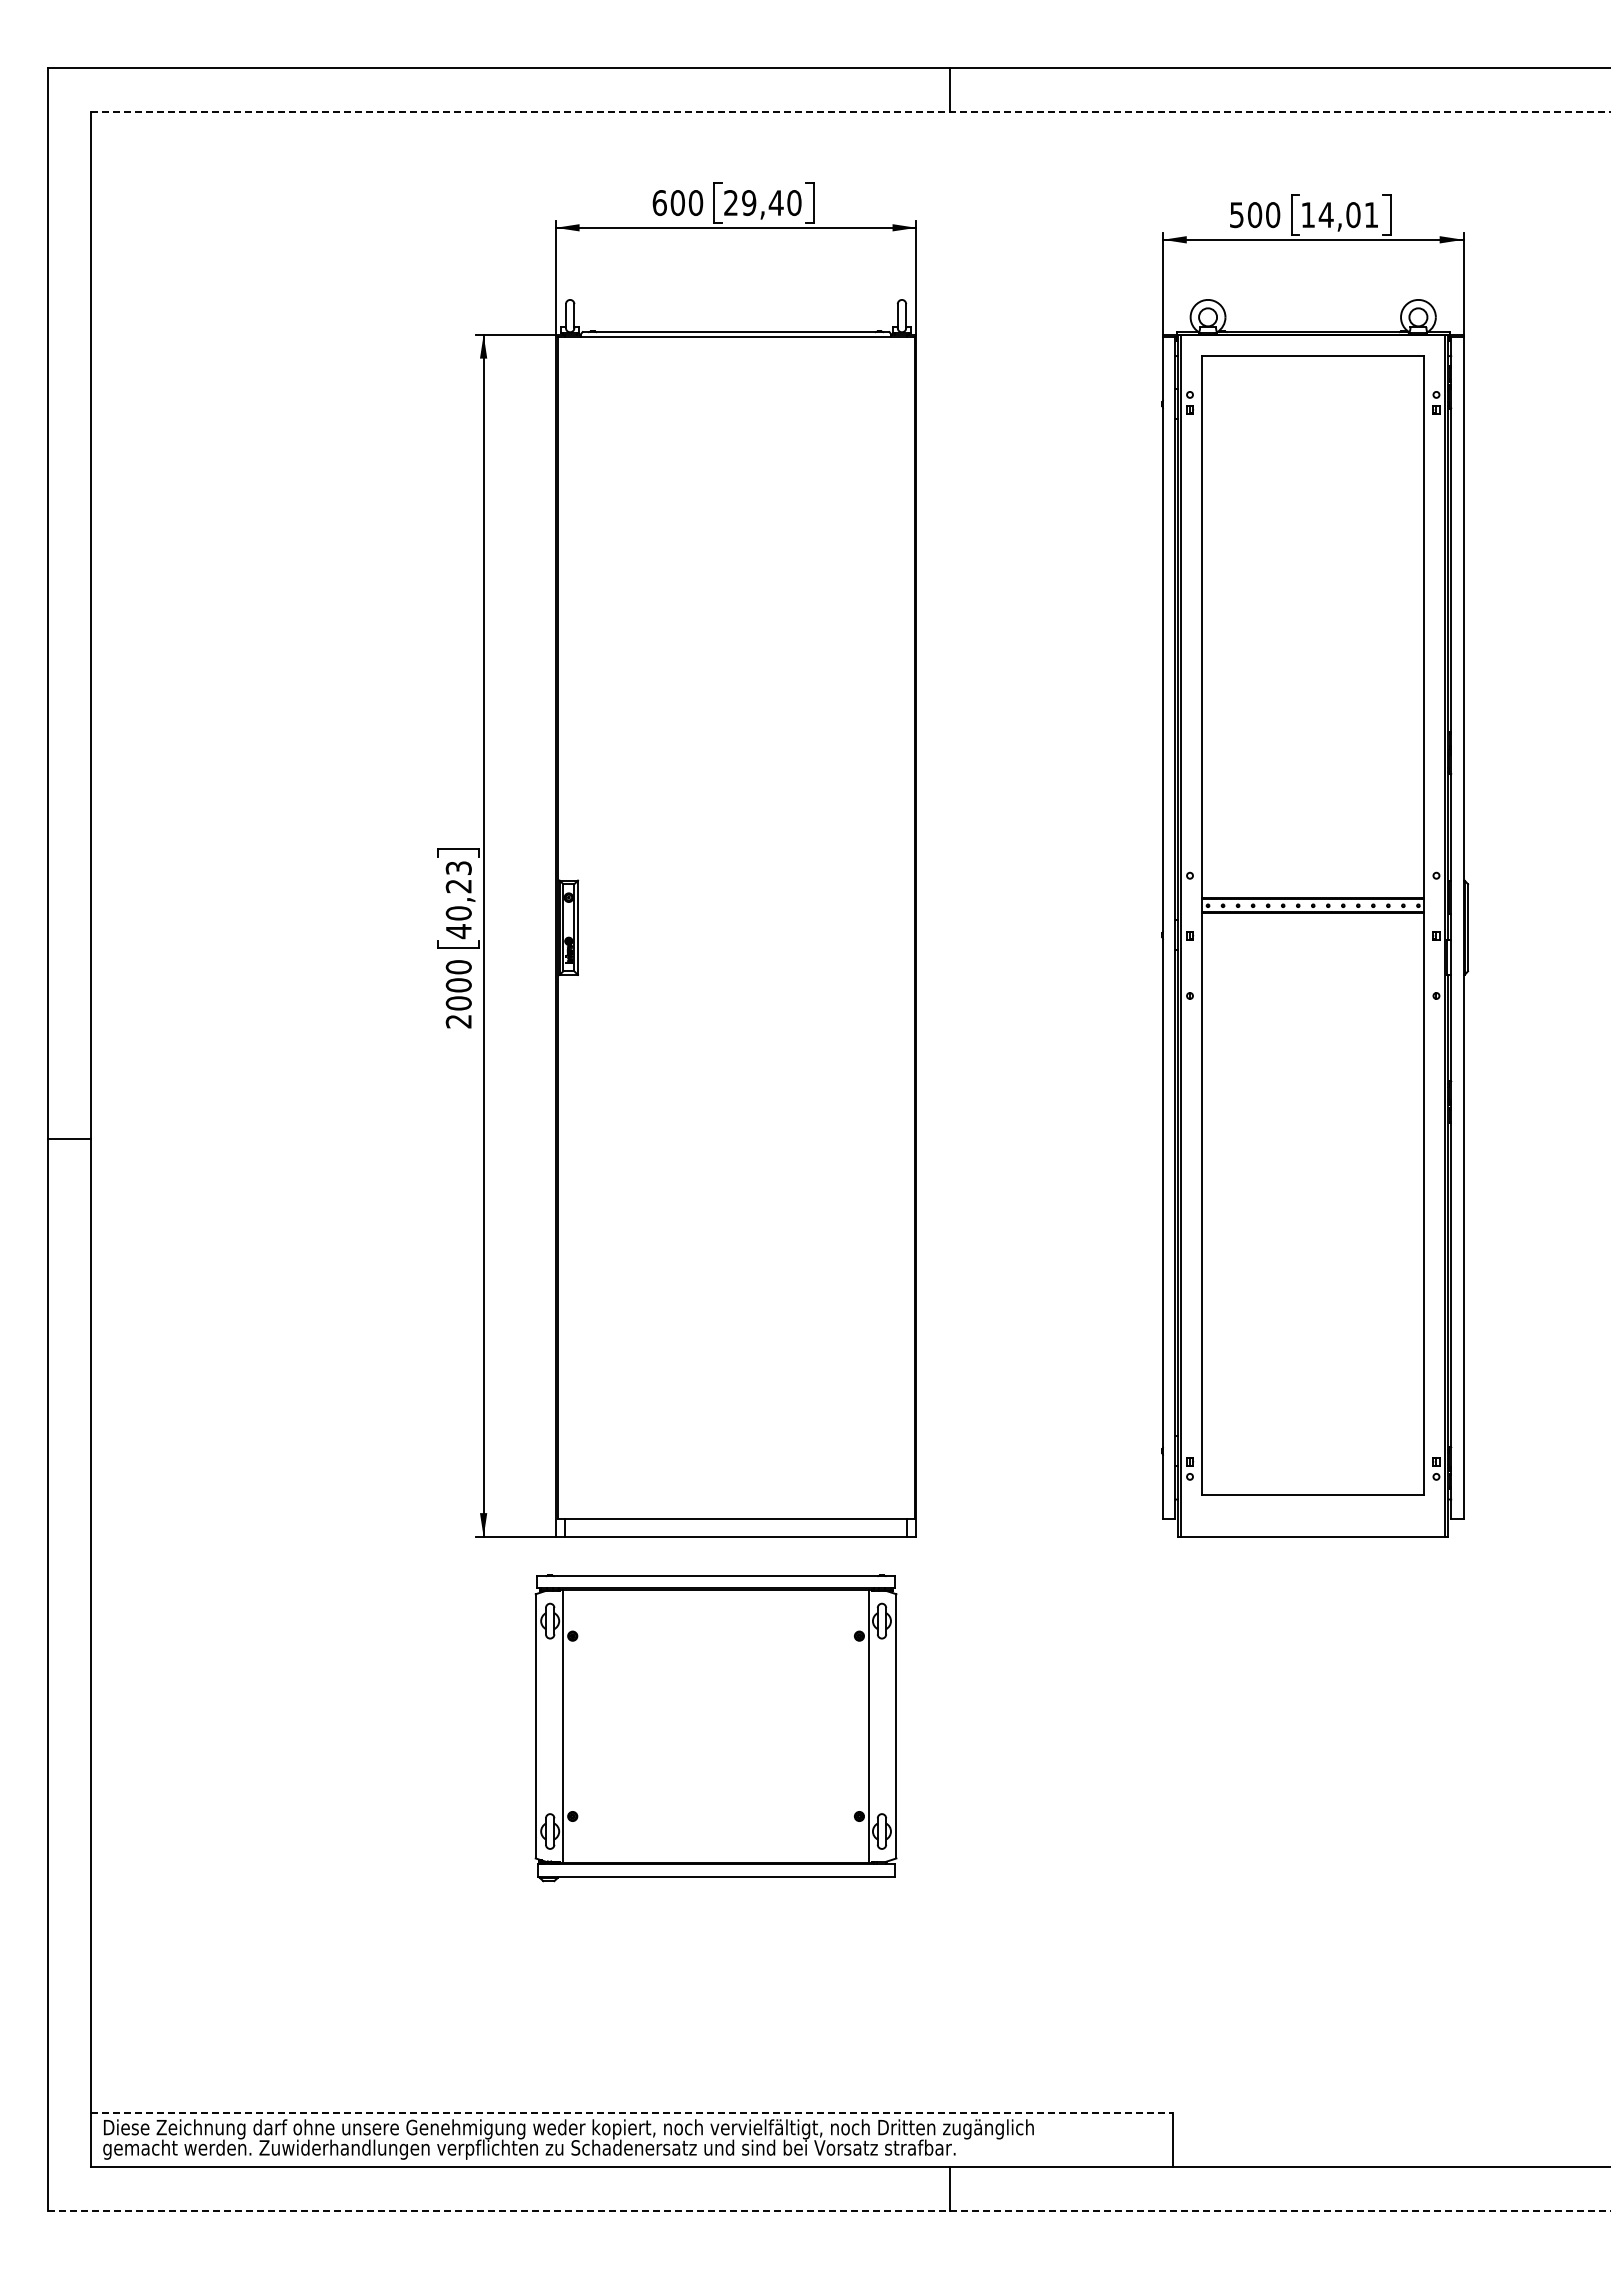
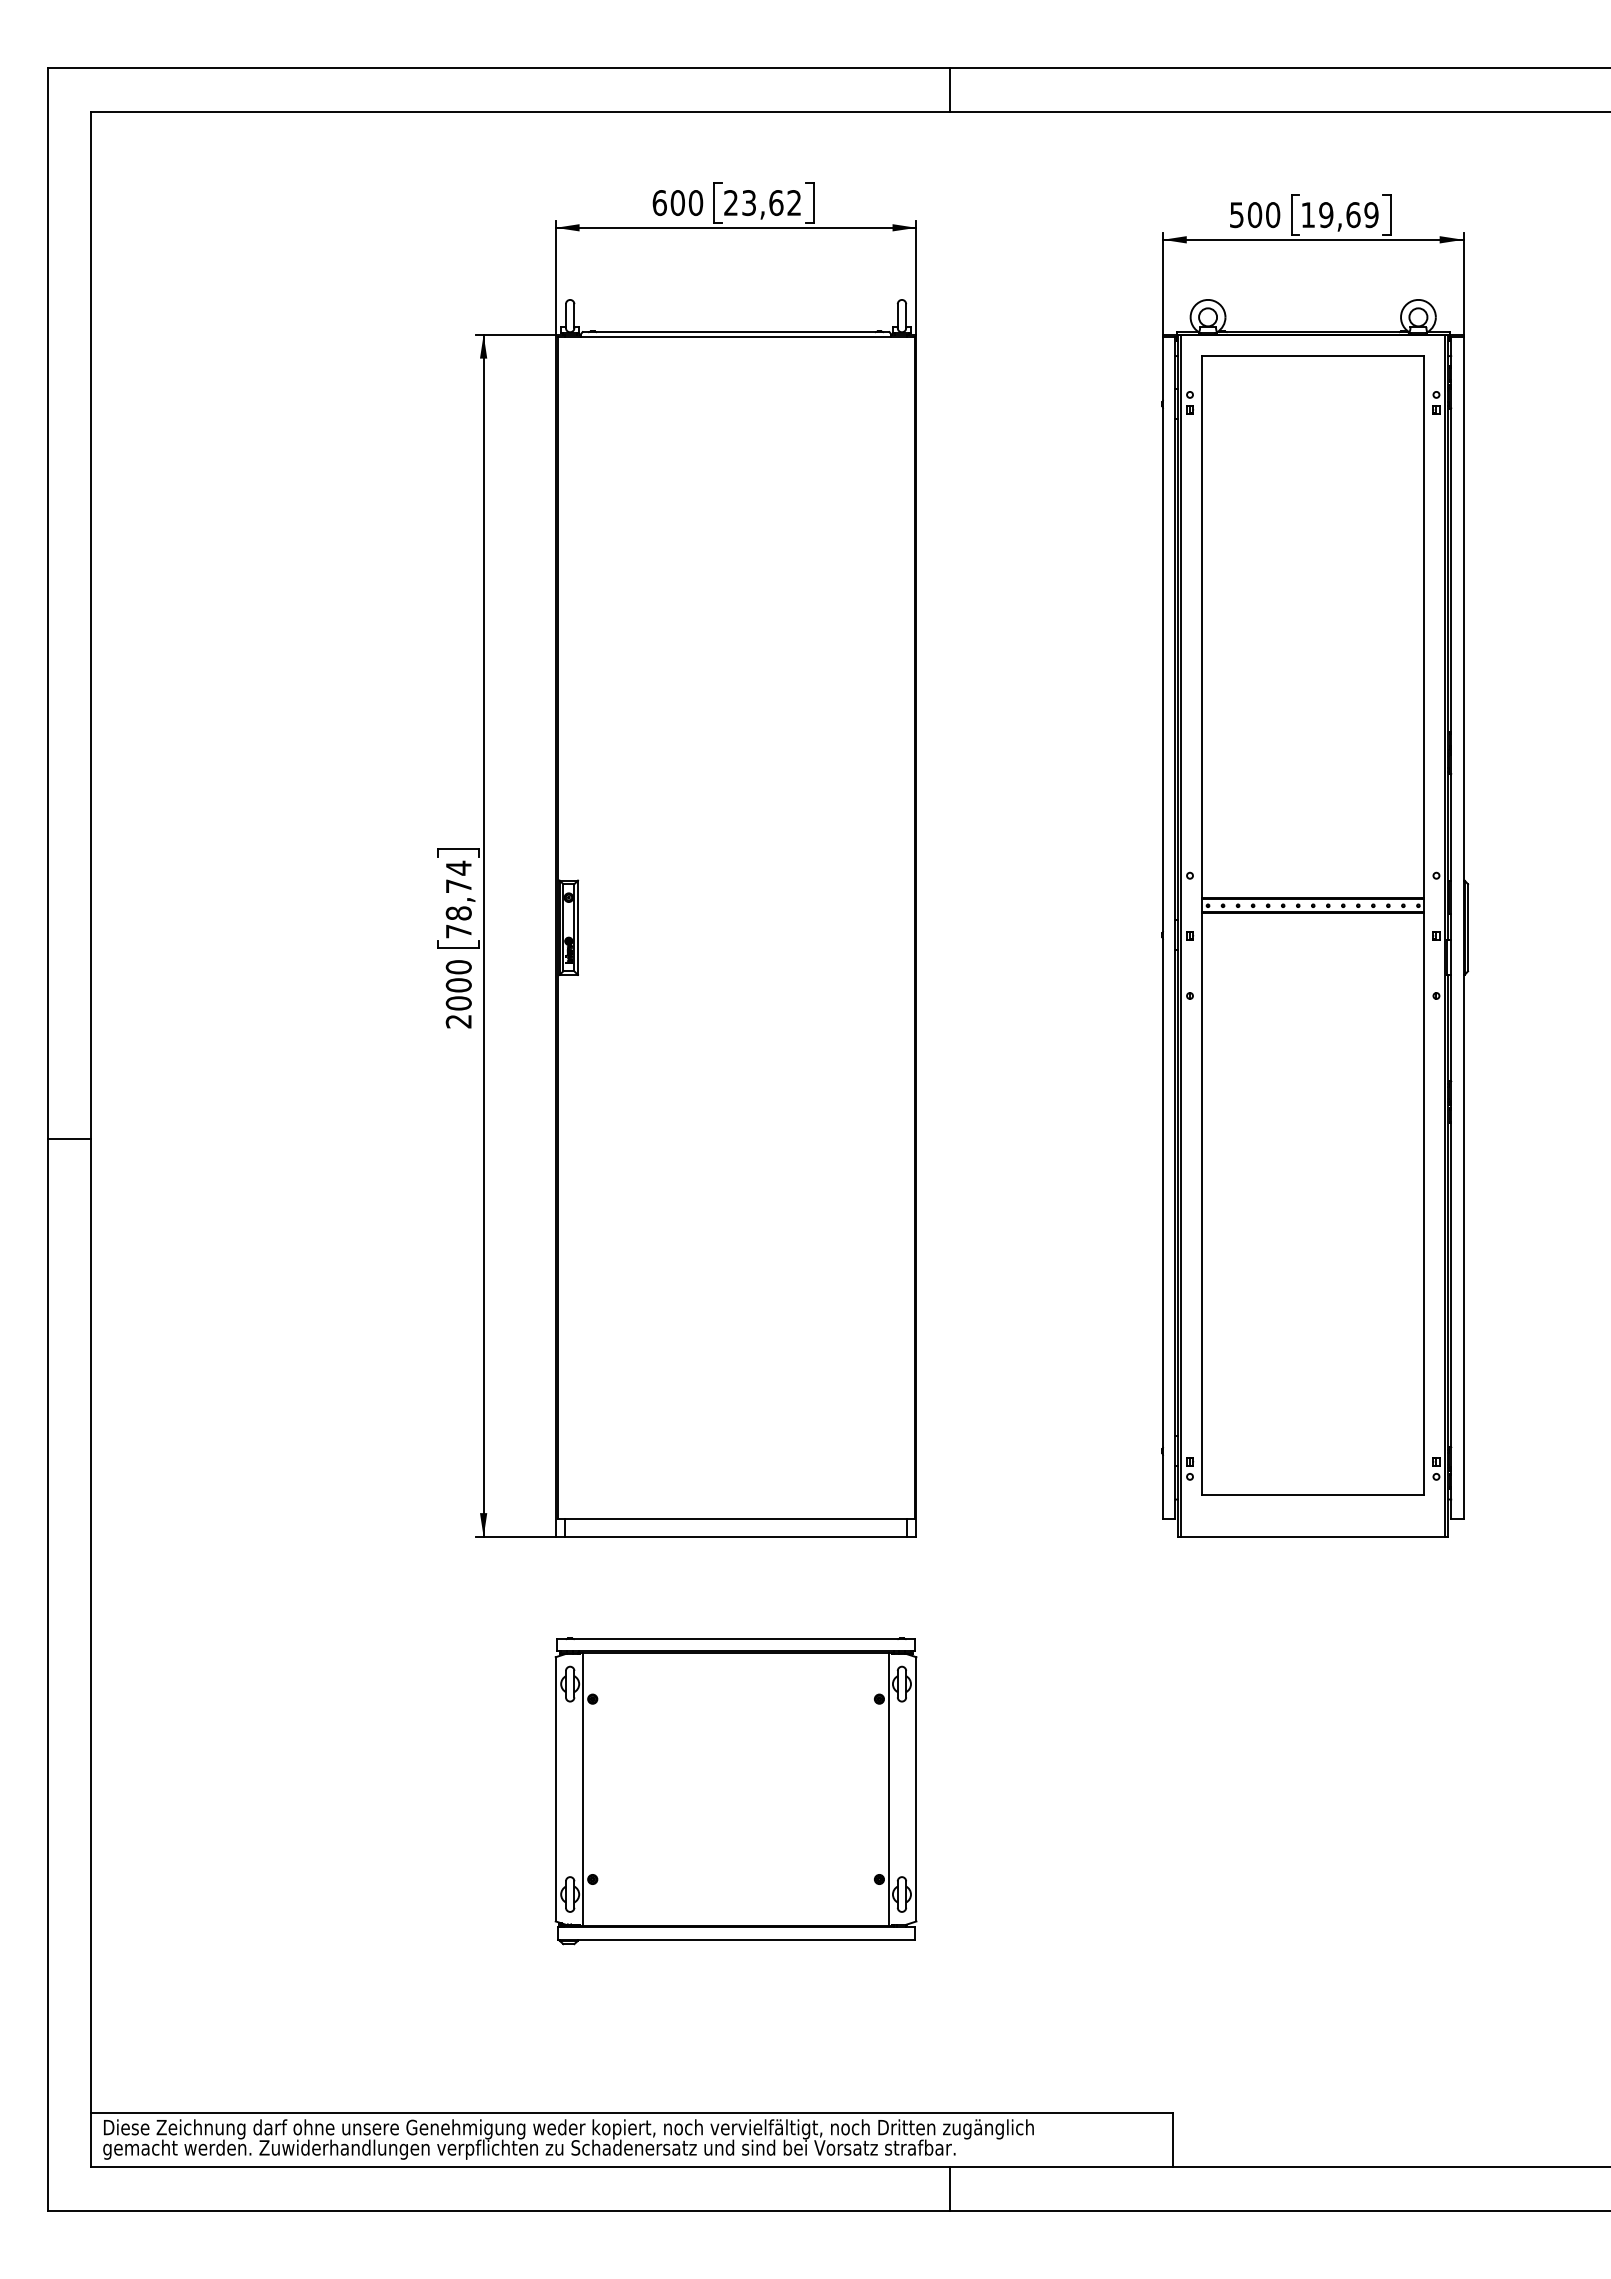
line at (851, 111): dashed -> solid
text at (771, 203): 29,40 -> 23,62
text at (1348, 215): 14,01 -> 19,69
text at (458, 899): 40,23 -> 78,74
part at (715, 1728) position: (715, 1728) -> (735, 1791)
line at (632, 2113): dashed -> solid
line at (829, 2210): dashed -> solid
